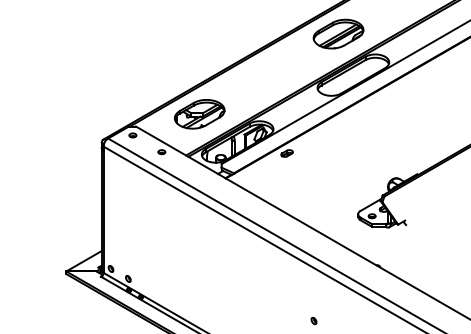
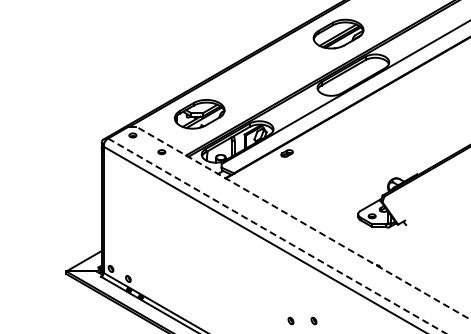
line at (303, 223): solid -> dashed
line at (277, 236): solid -> dashed
part at (290, 320): none -> present
